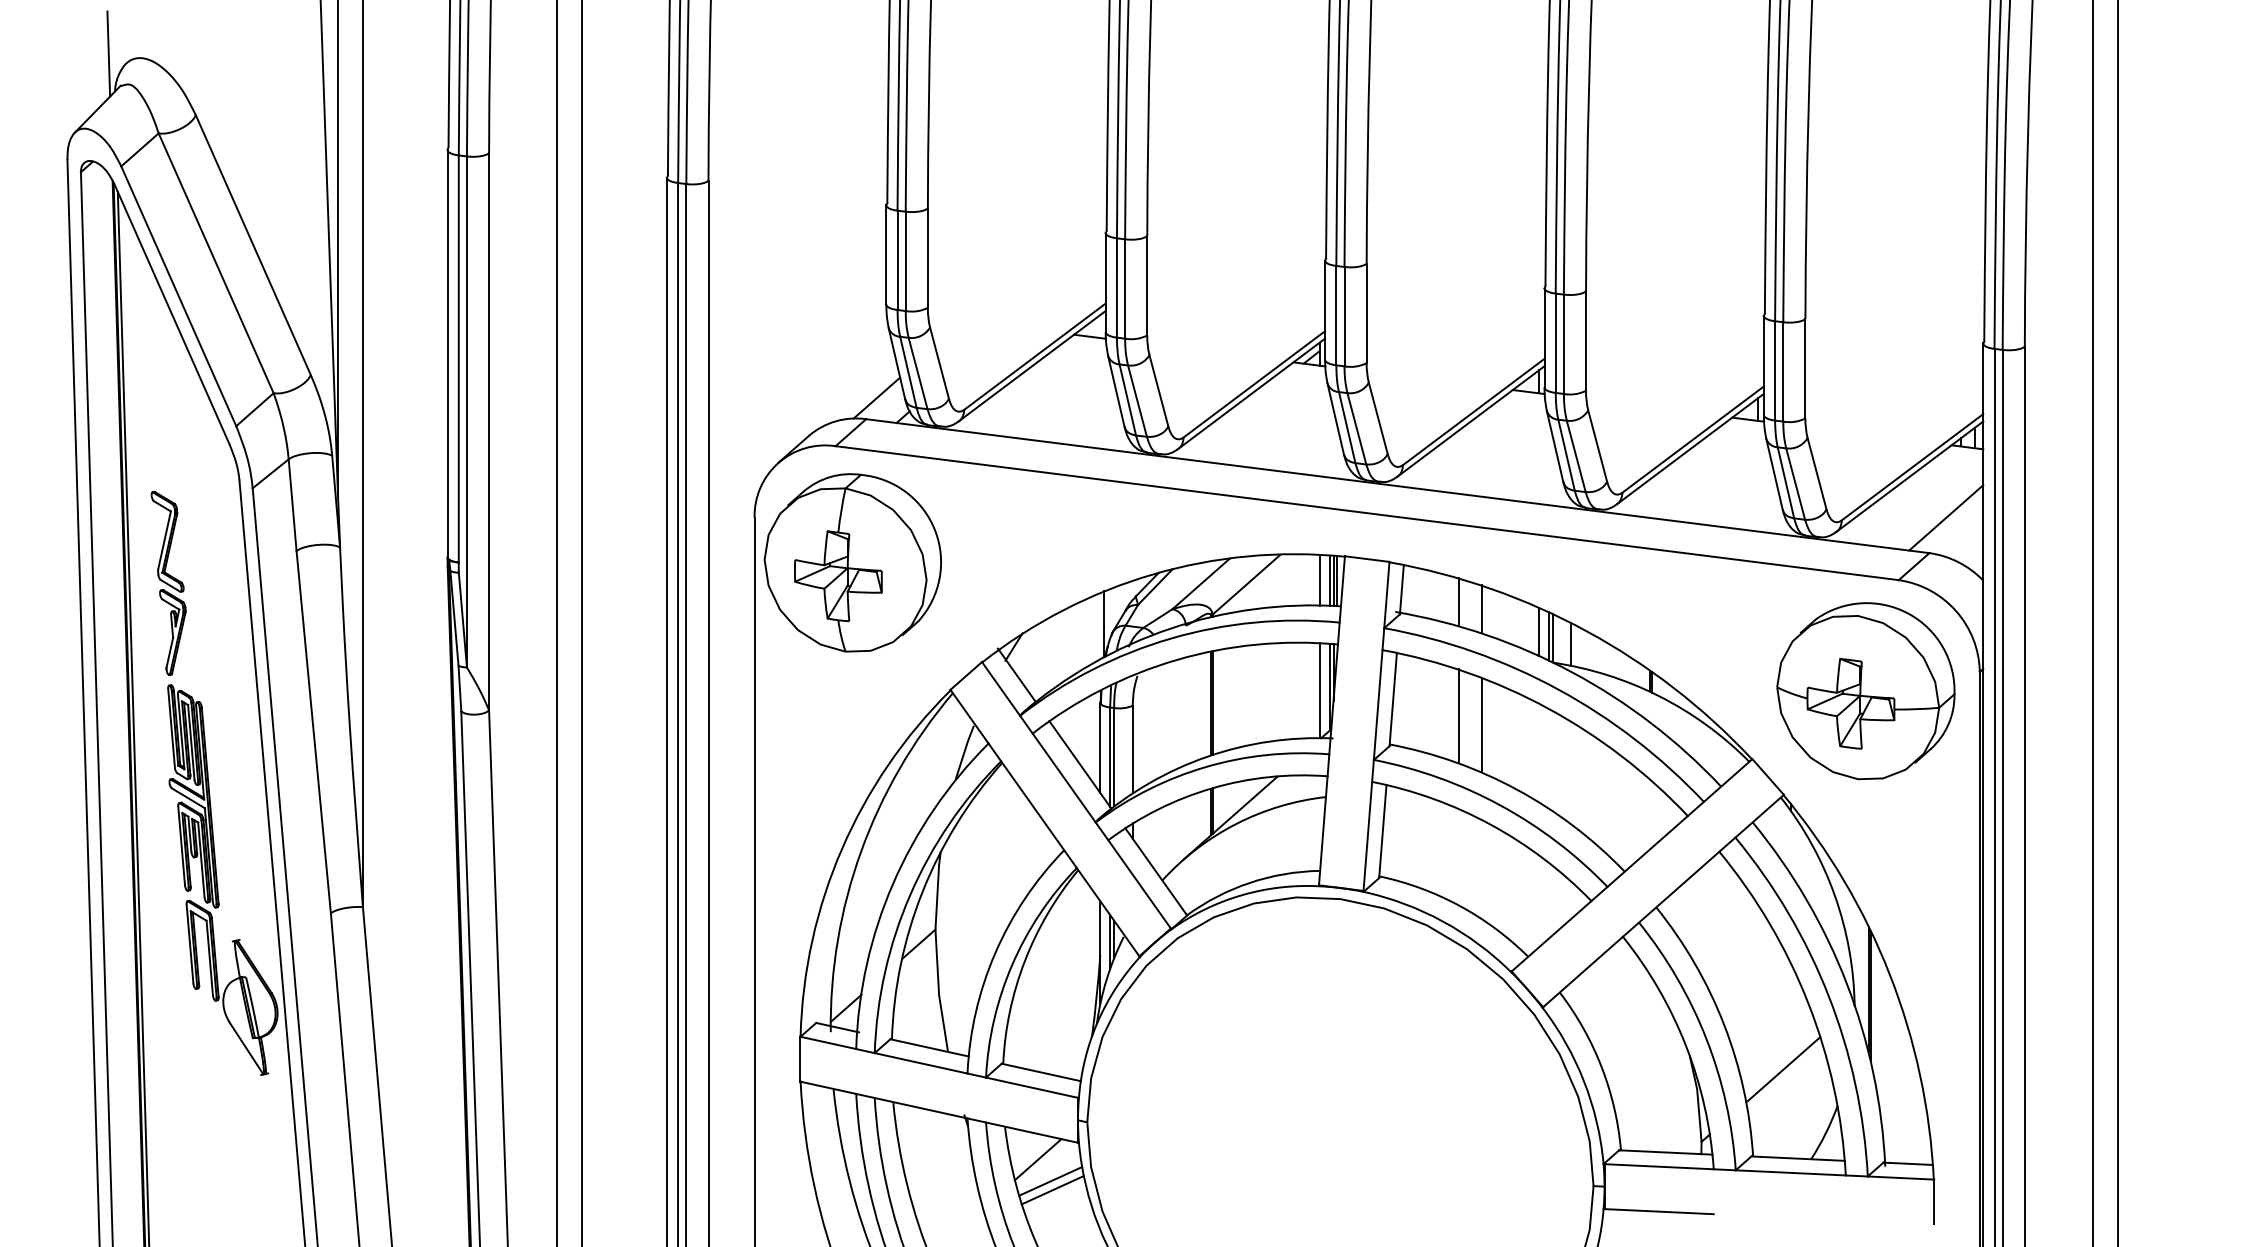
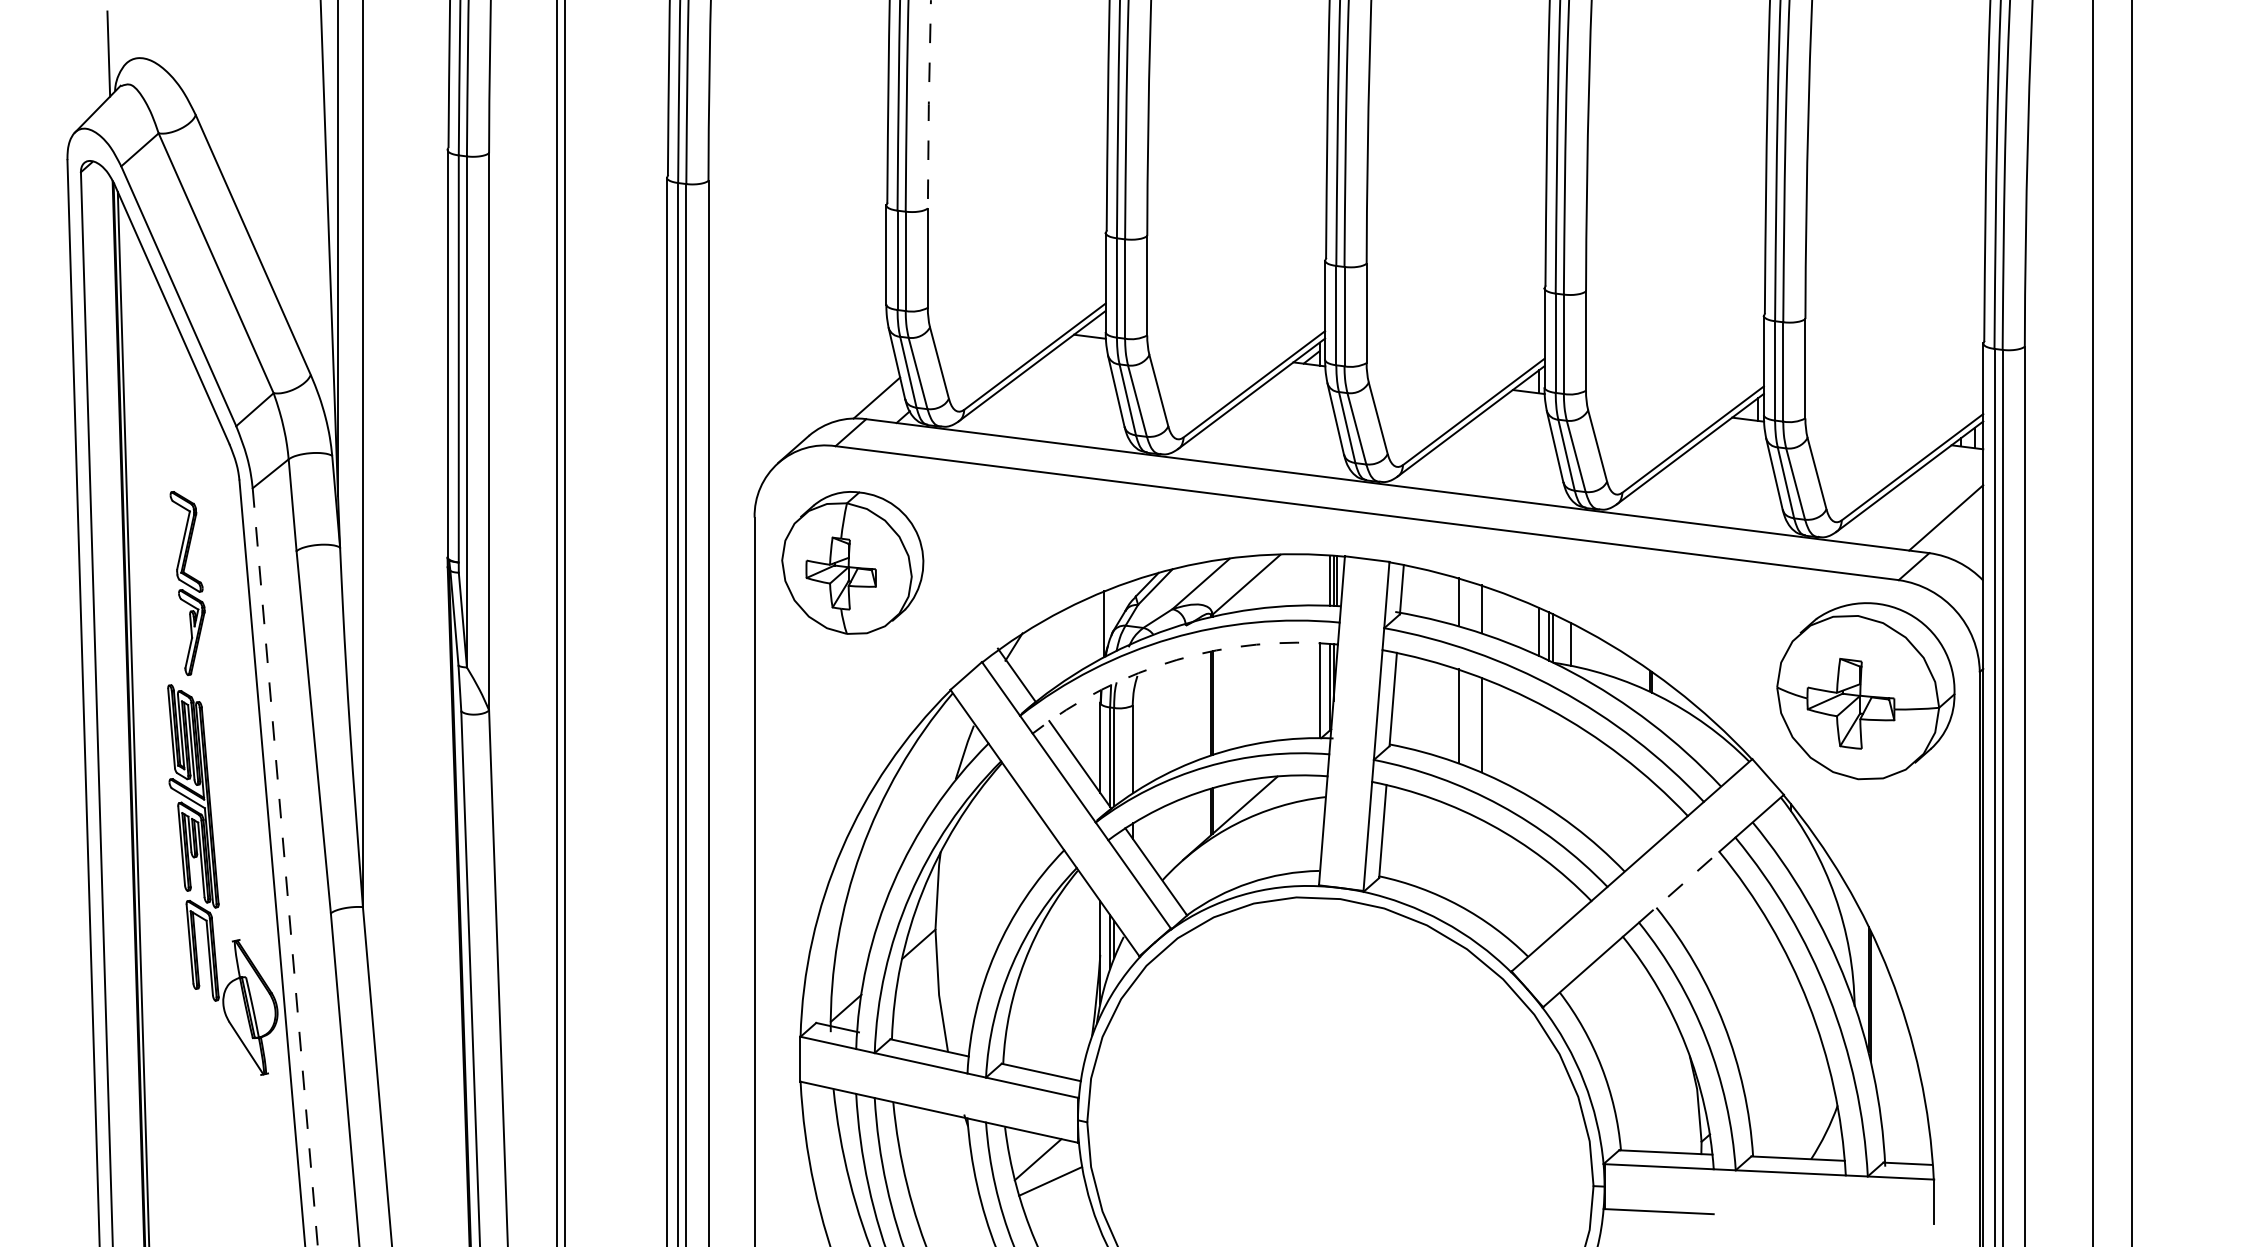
arc at (928, 104): solid -> dashed
part at (852, 562) size: 179x180 px -> 144x144 px
line at (1319, 580): present -> none
part at (168, 583) position: (168, 583) -> (187, 583)
line at (582, 622) position: (582, 622) -> (565, 622)
line at (2118, 622) position: (2118, 622) -> (2132, 622)
arc at (1176, 659): solid -> dashed
line at (285, 867): solid -> dashed
line at (1679, 887): solid -> dashed
line at (1783, 1069): present -> none
line at (1052, 1190): present -> none
